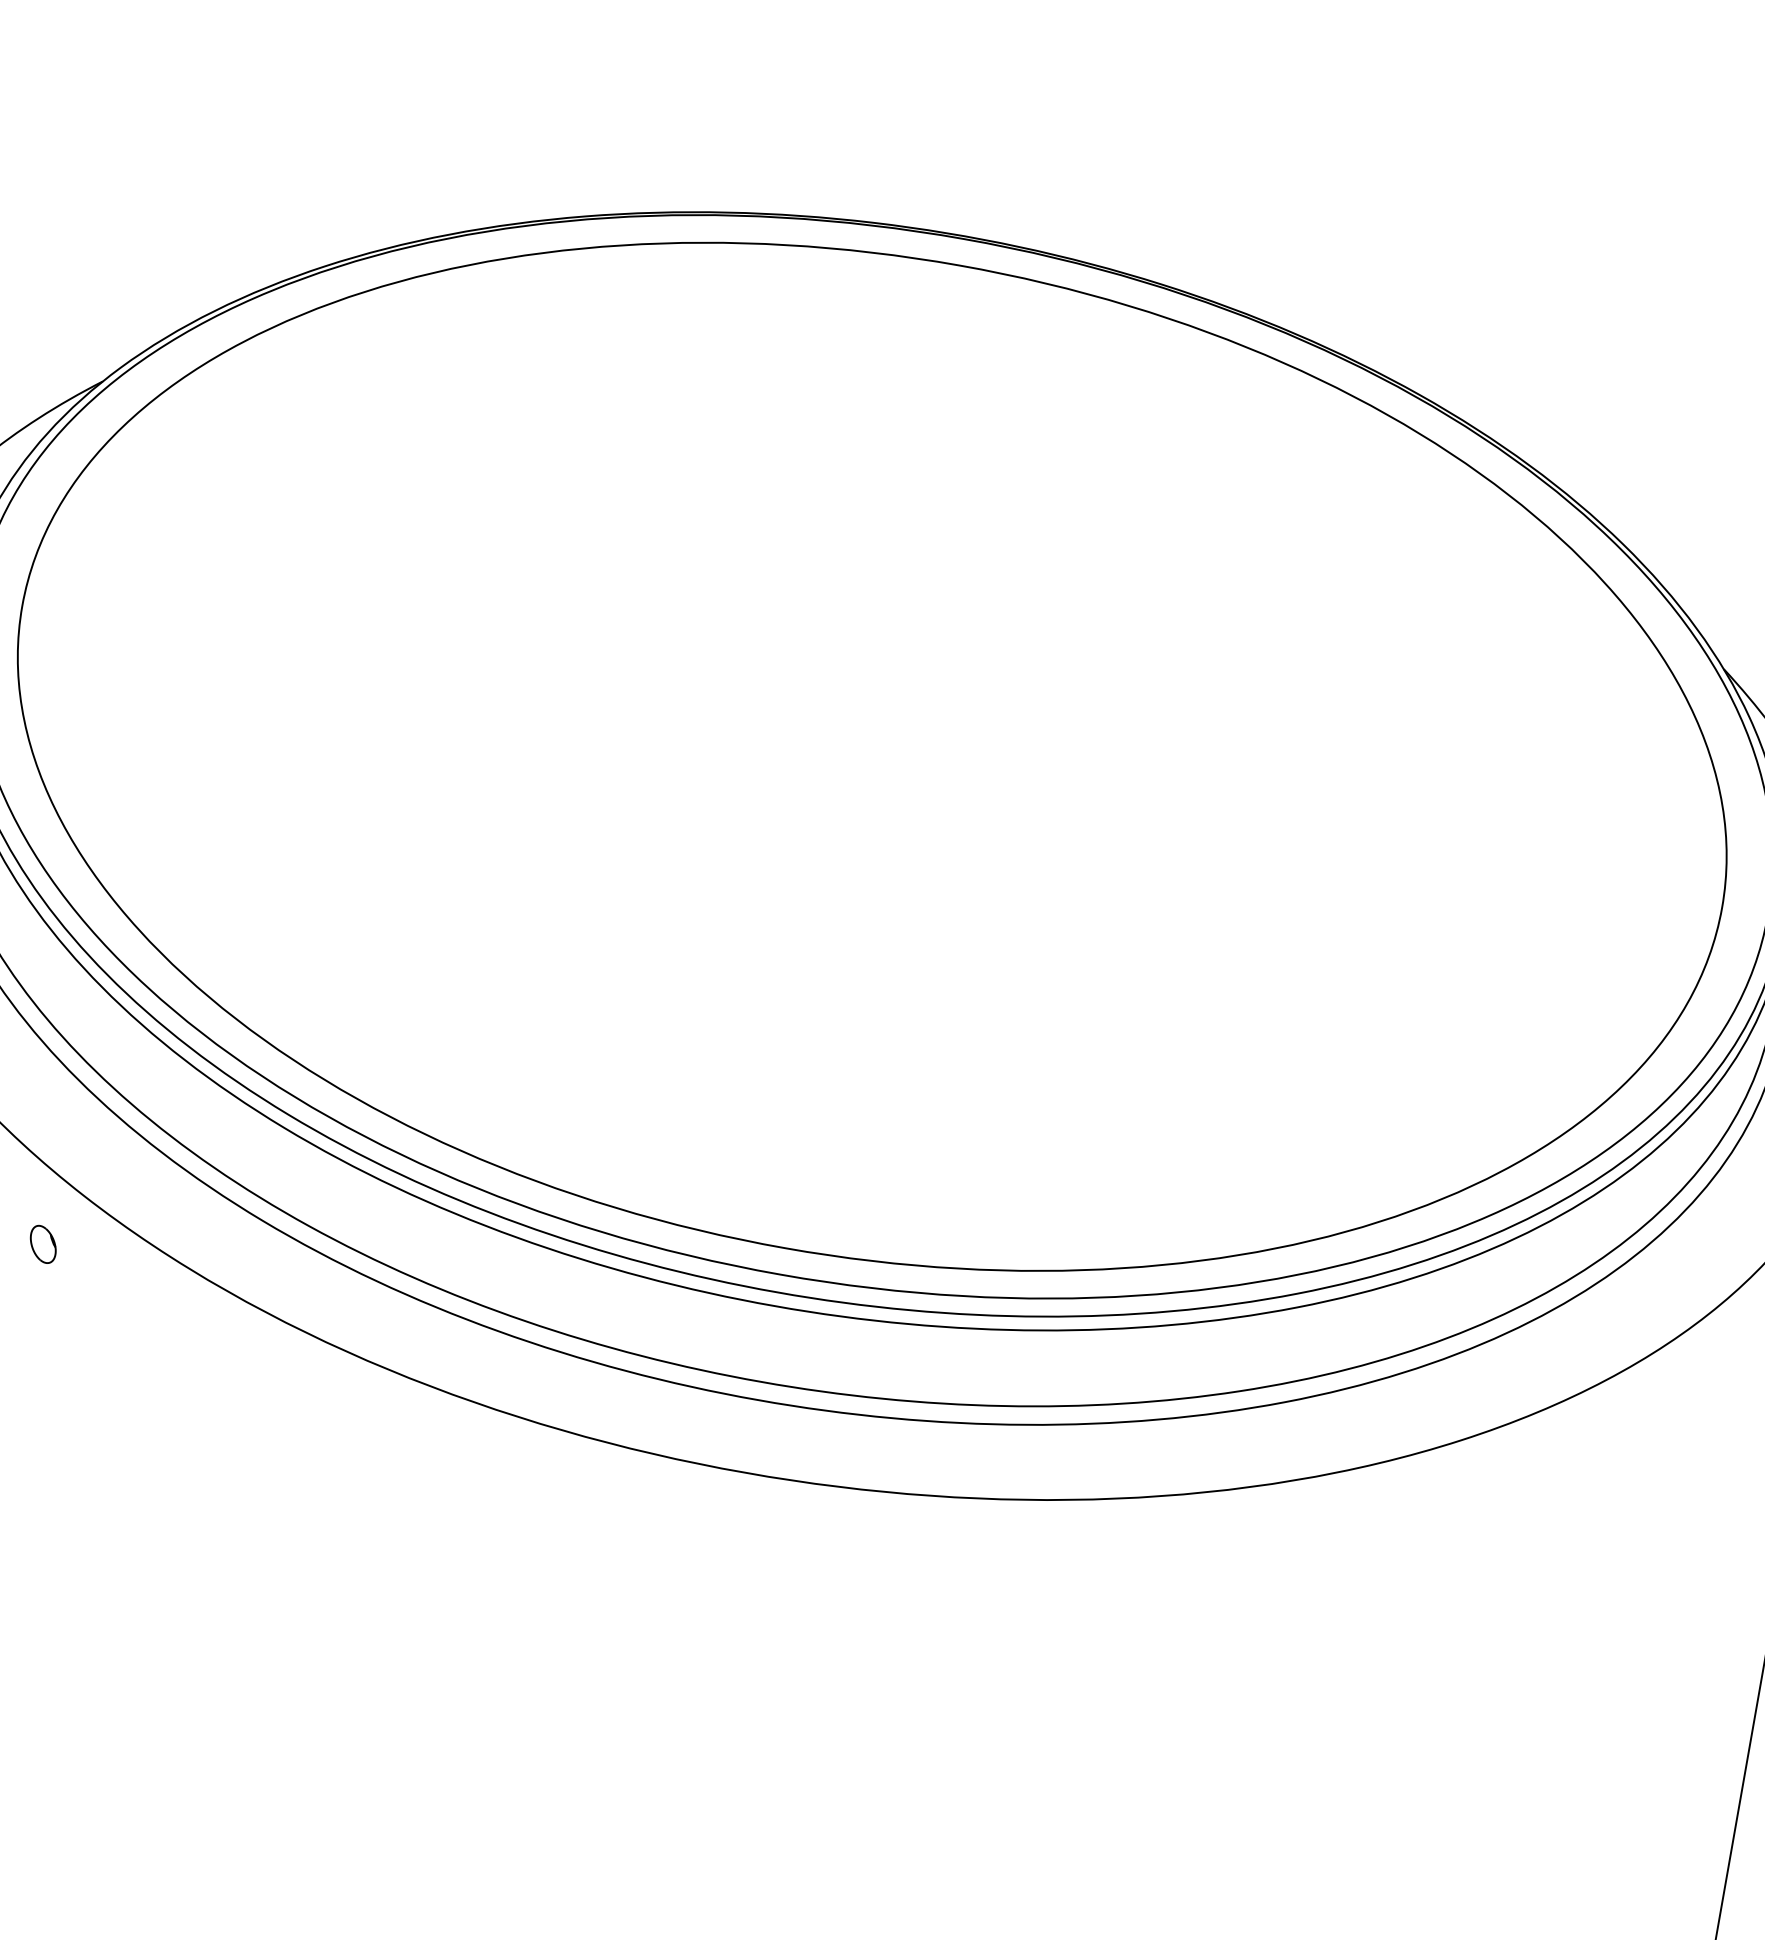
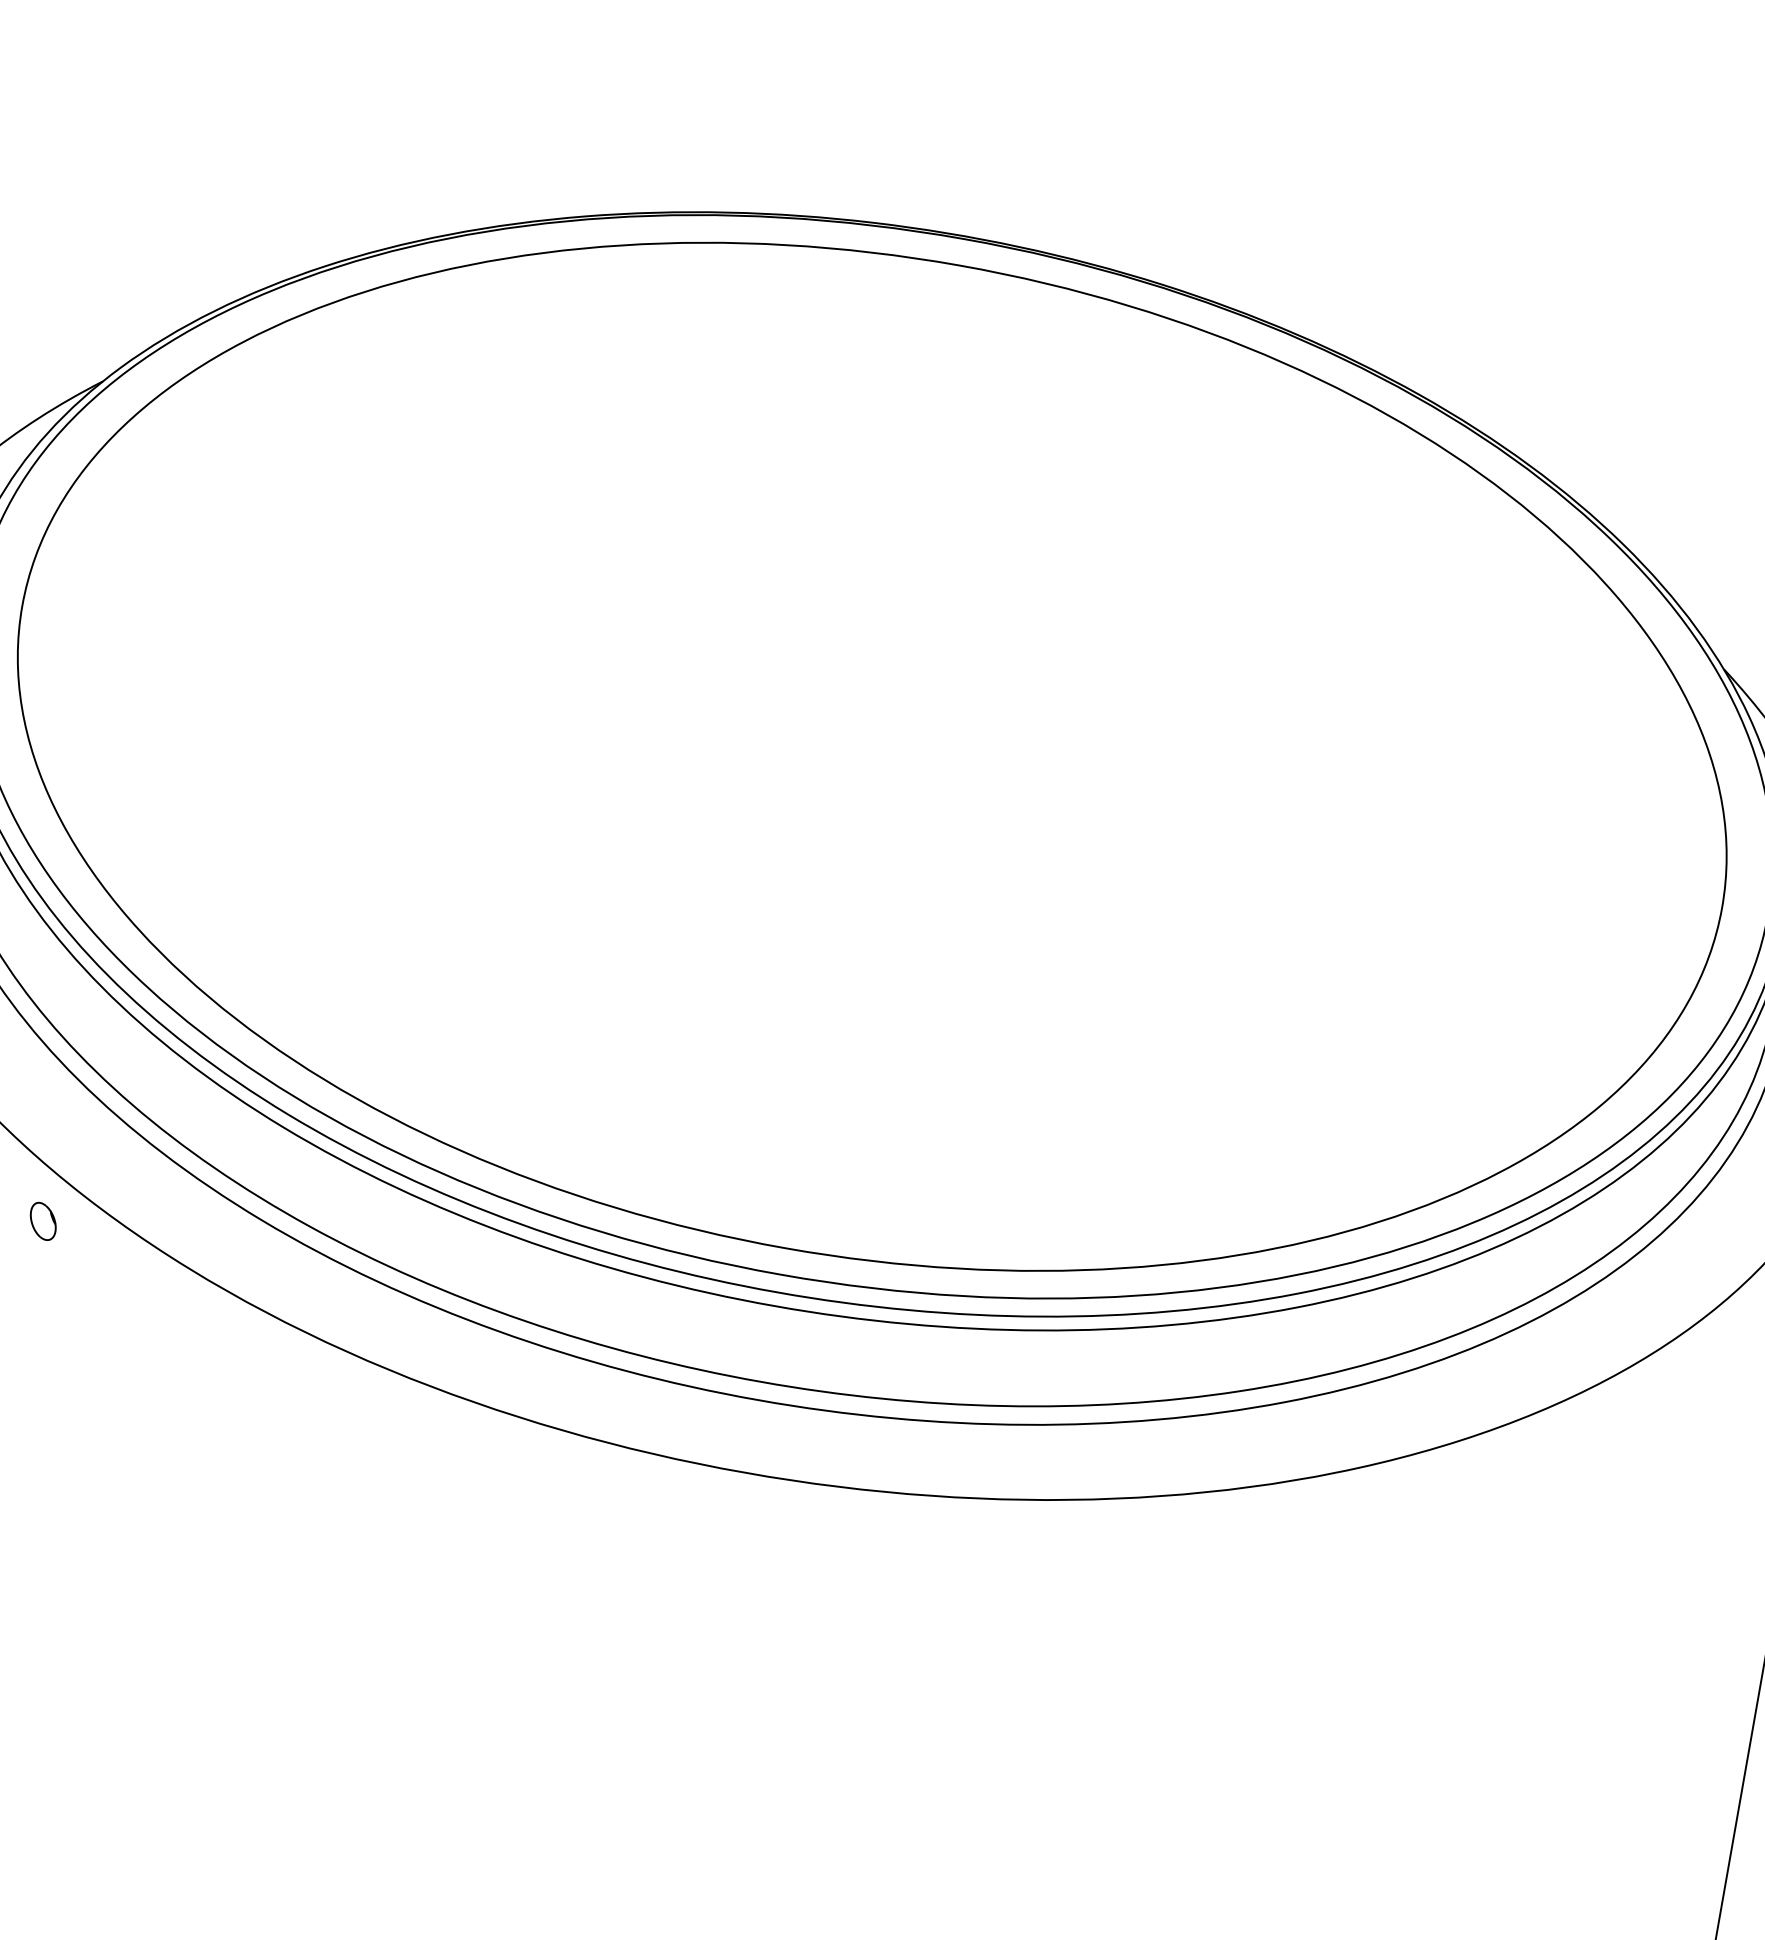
part at (42, 1243) position: (42, 1243) -> (42, 1220)
